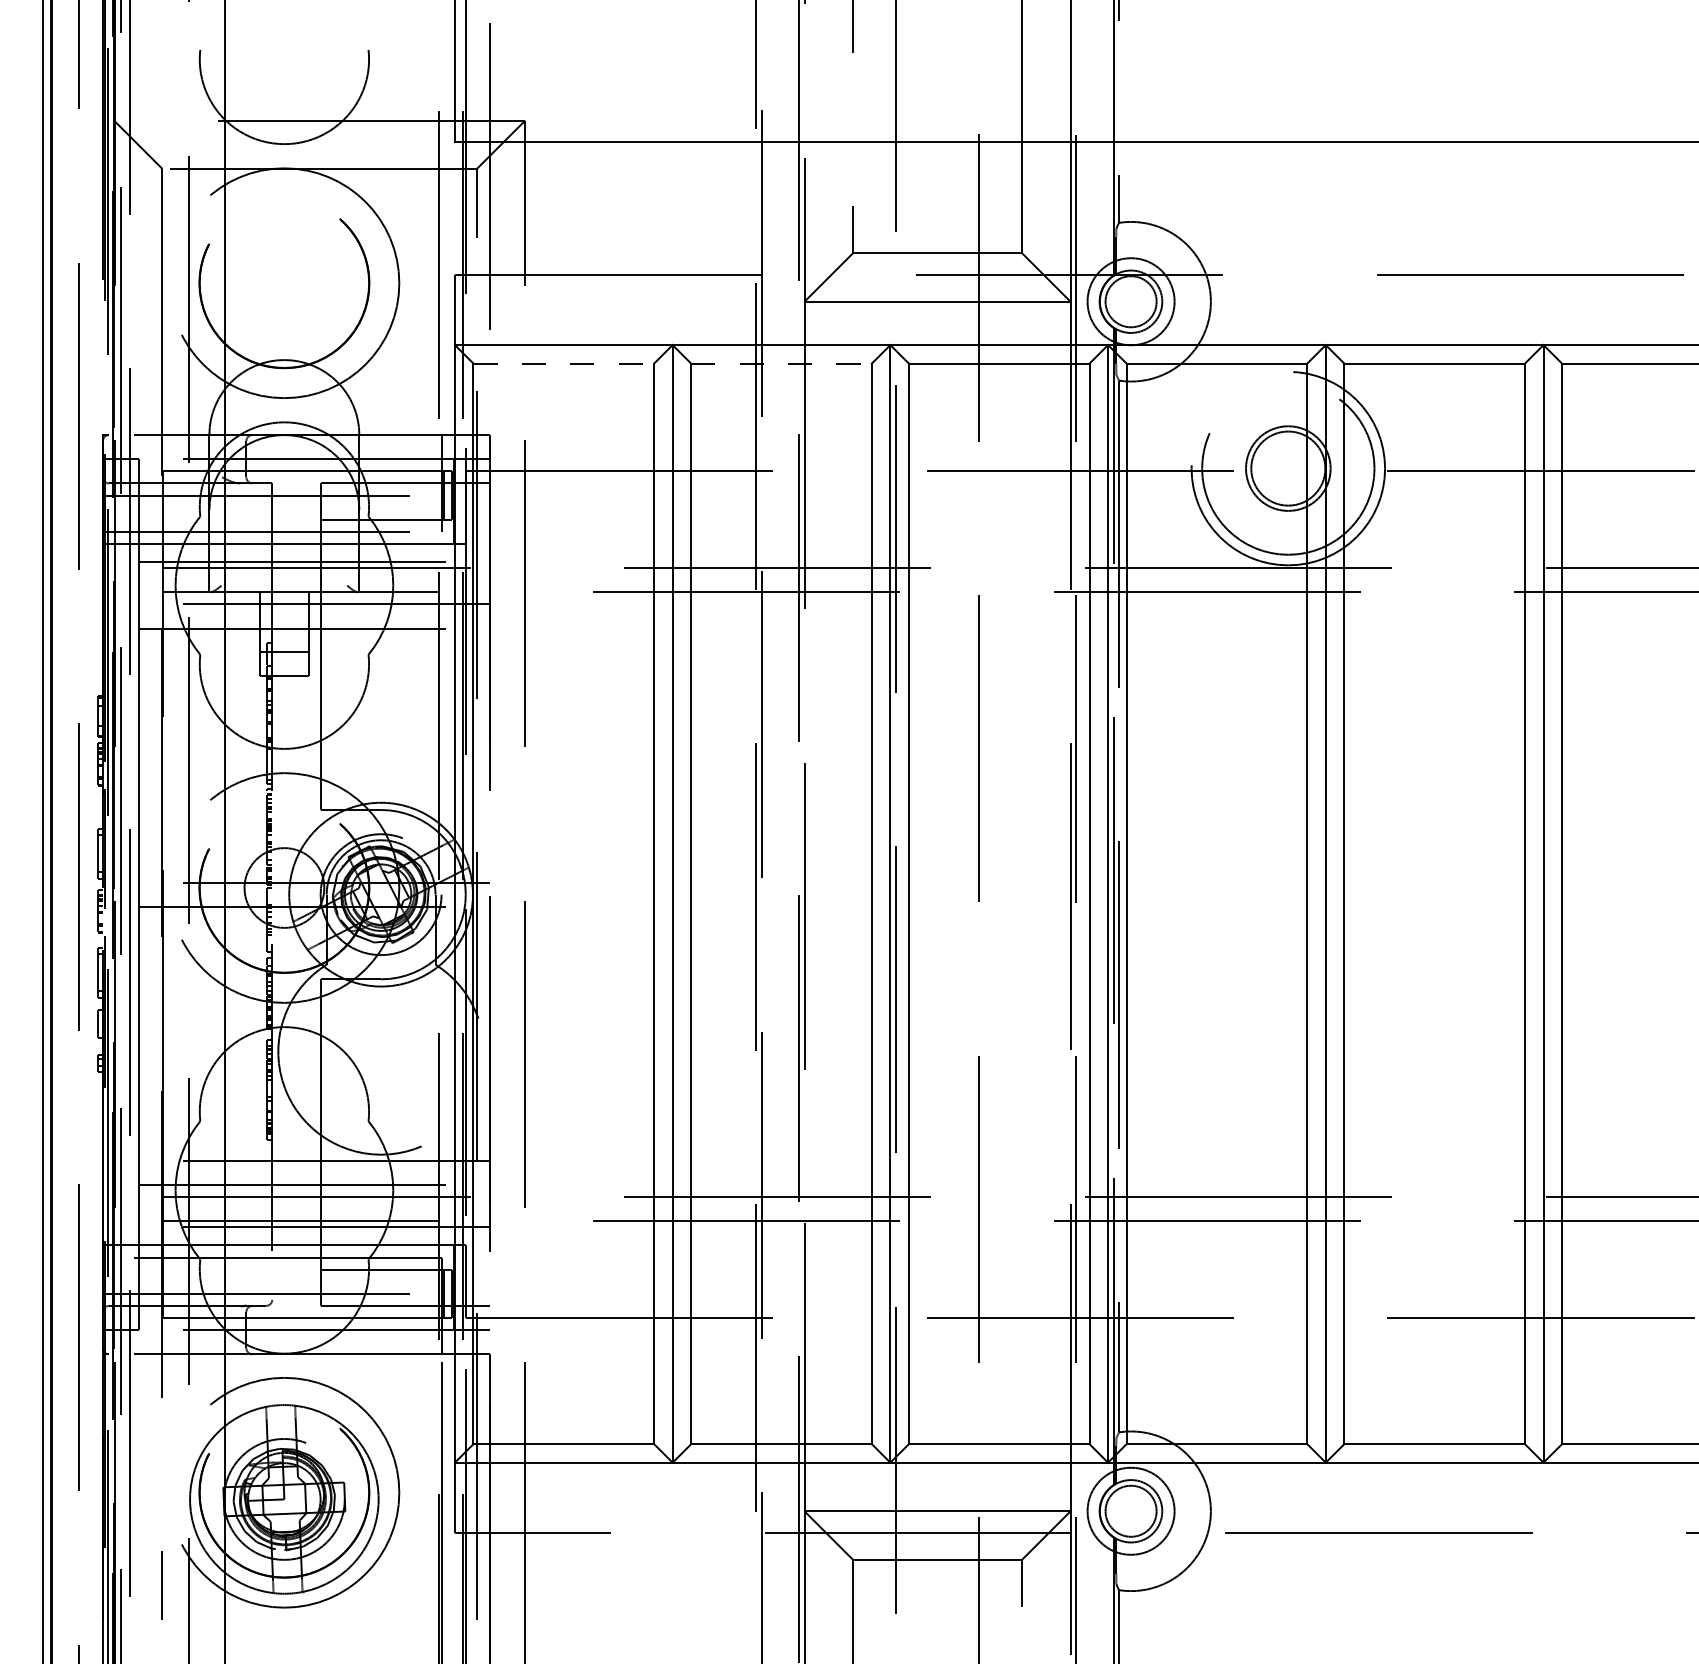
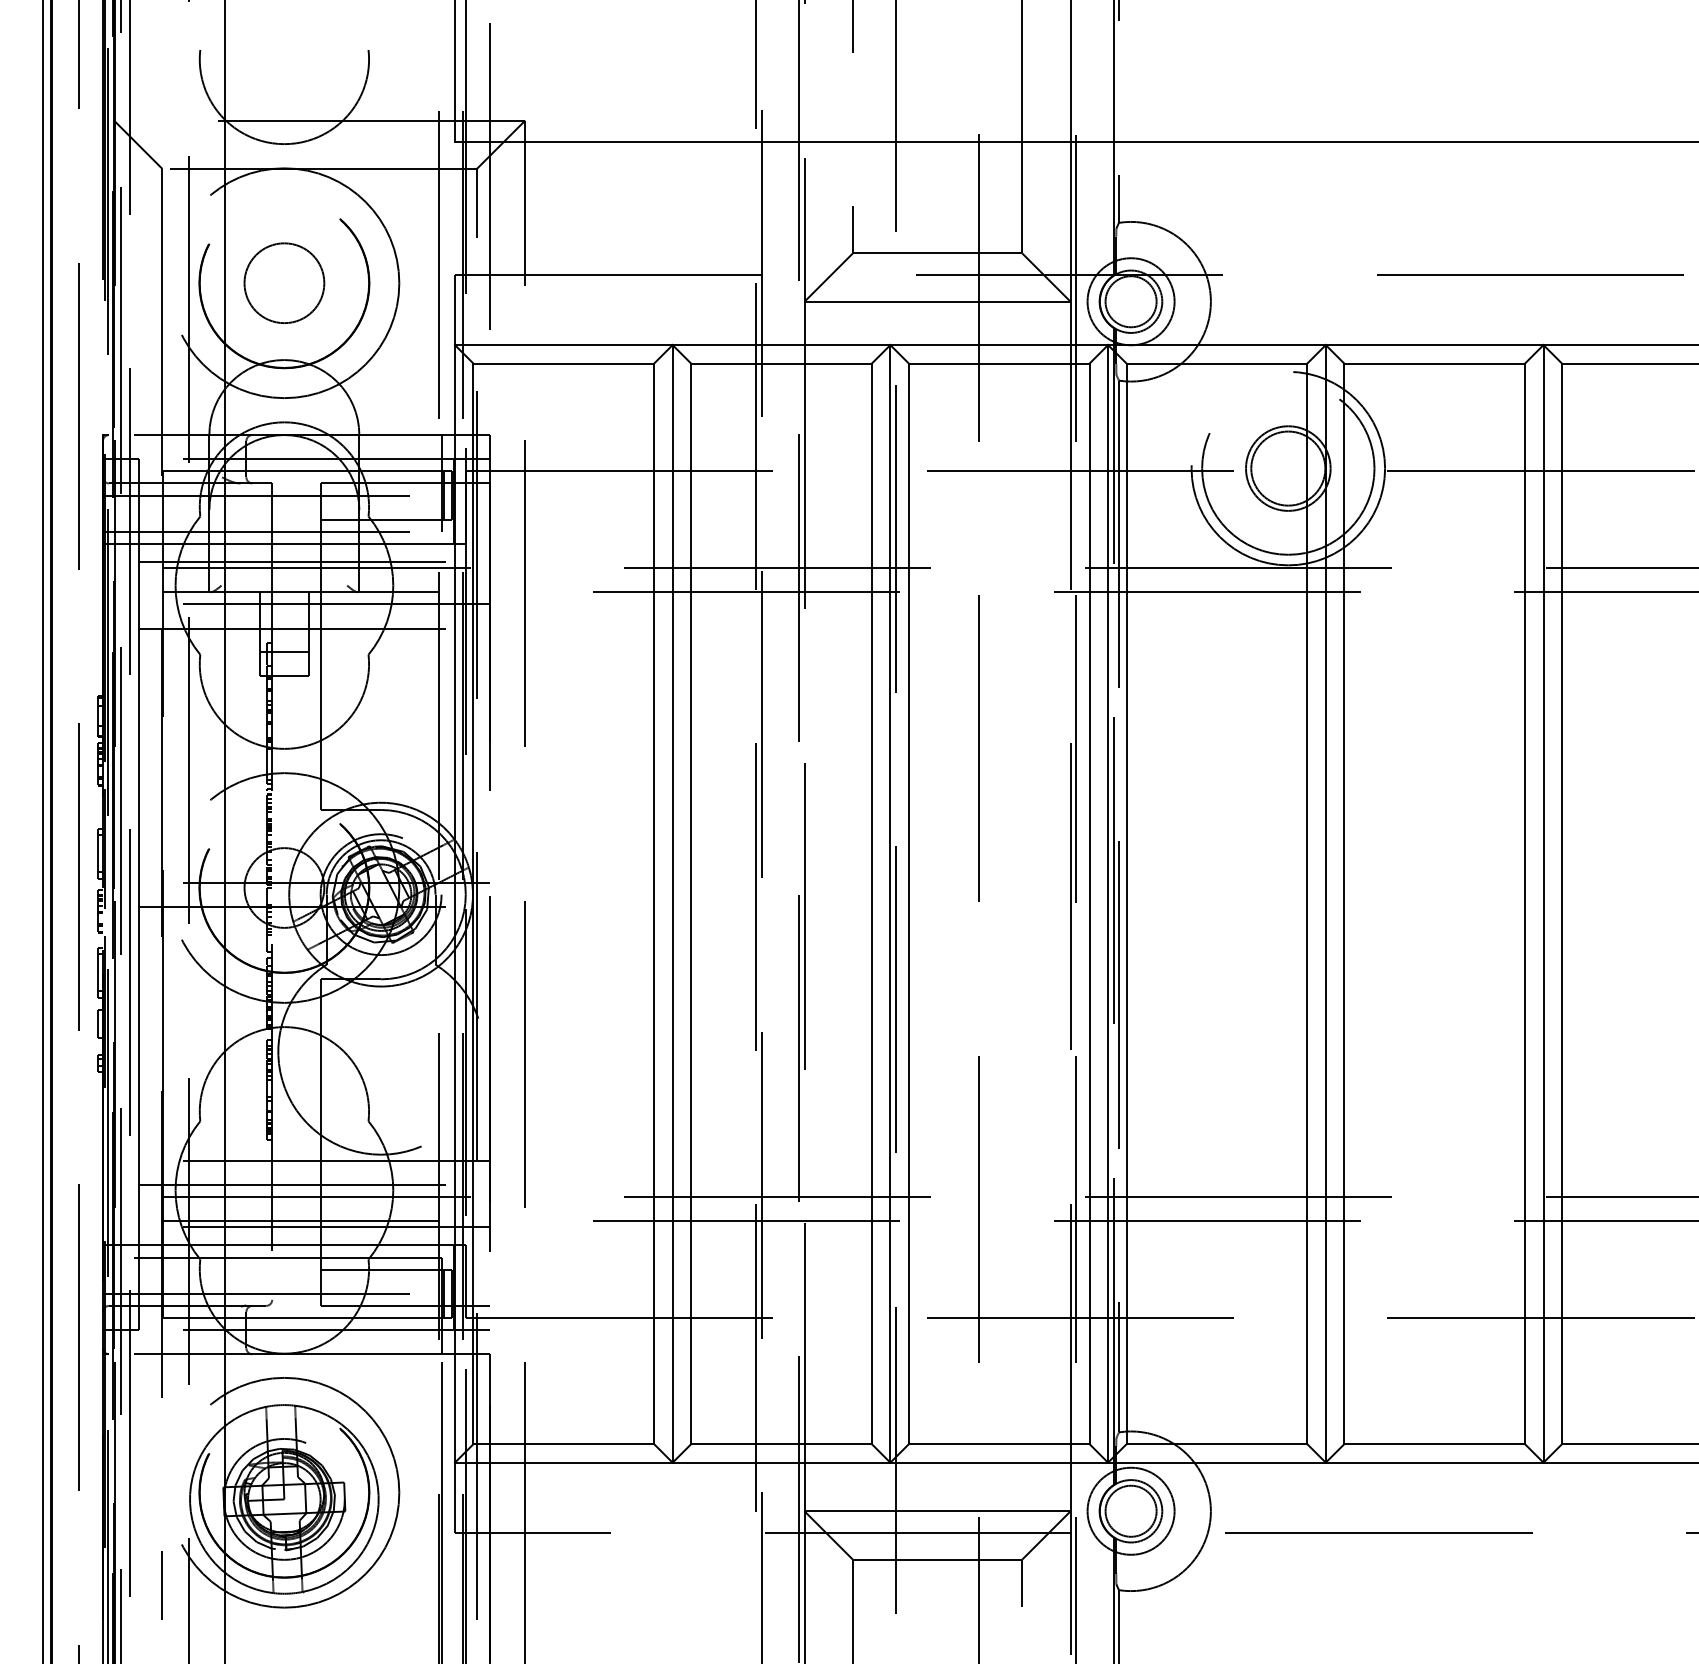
circle at (284, 282): none -> present
line at (564, 363): dashed -> solid
line at (782, 363): dashed -> solid
